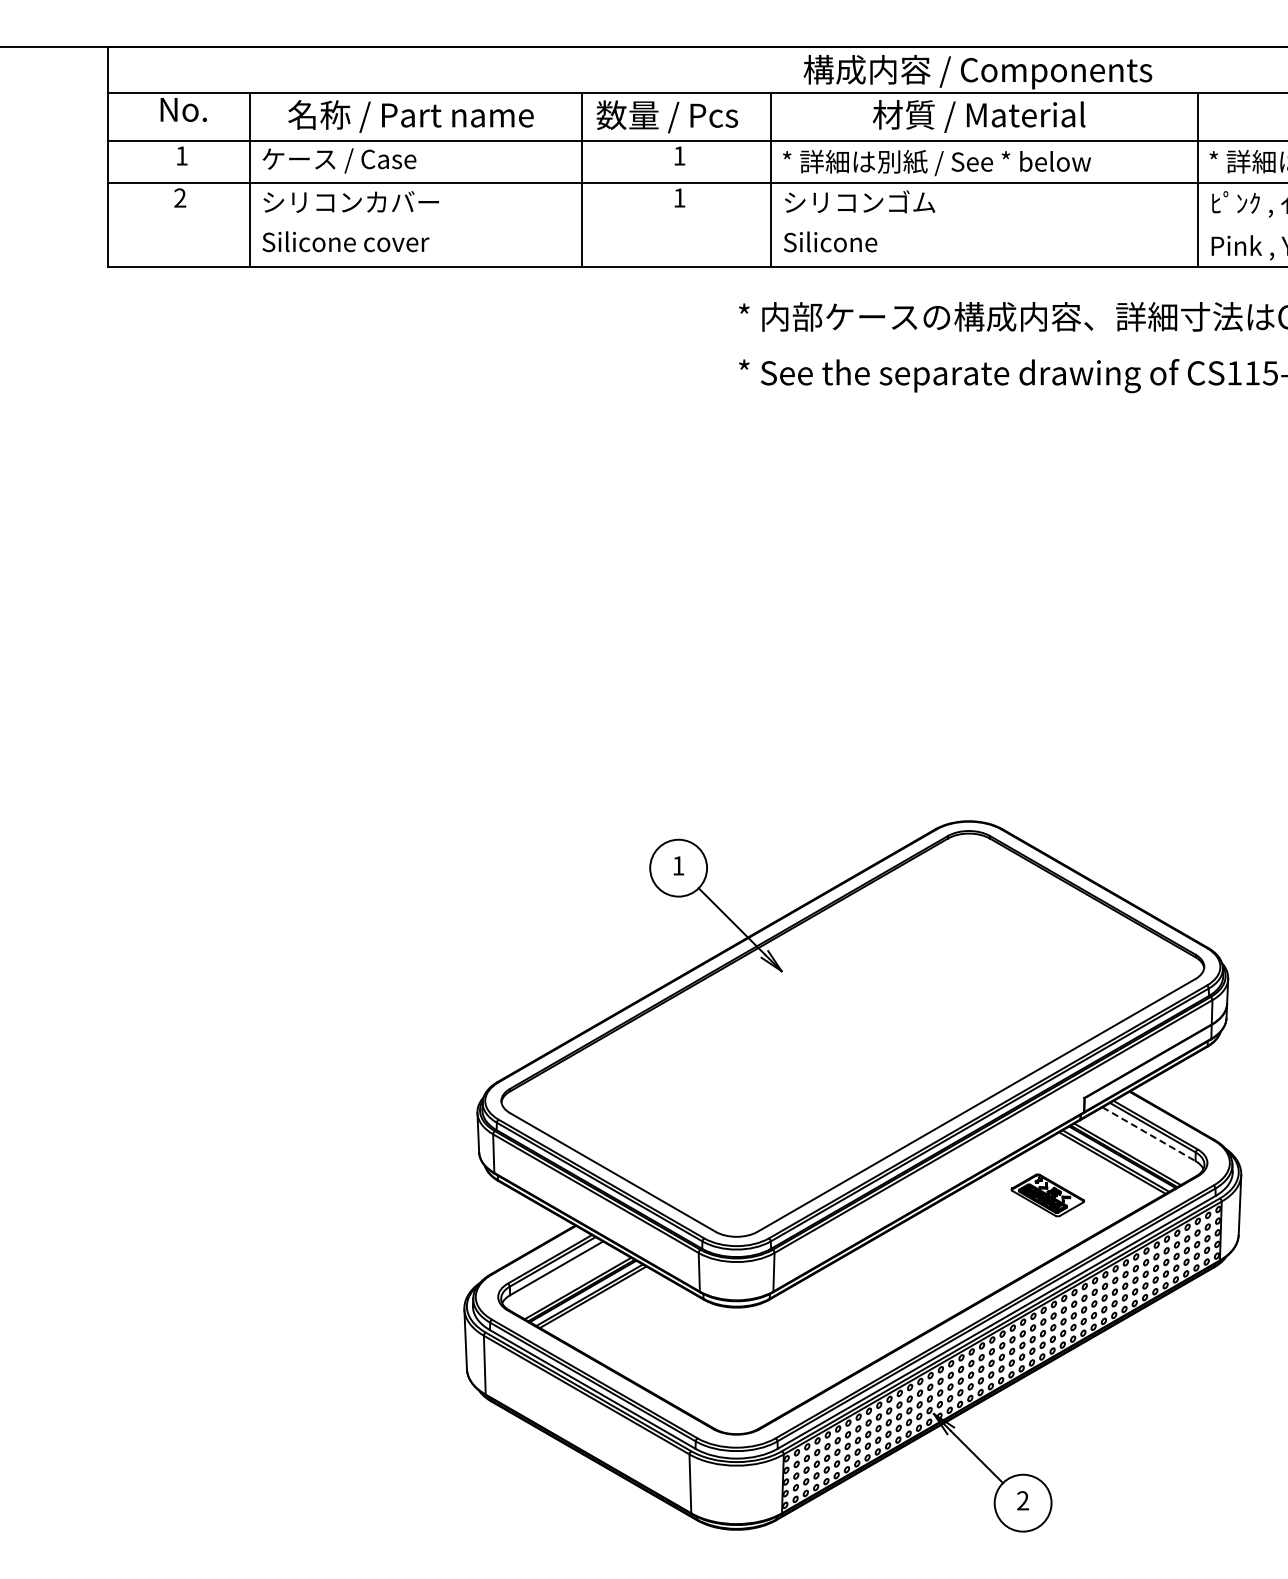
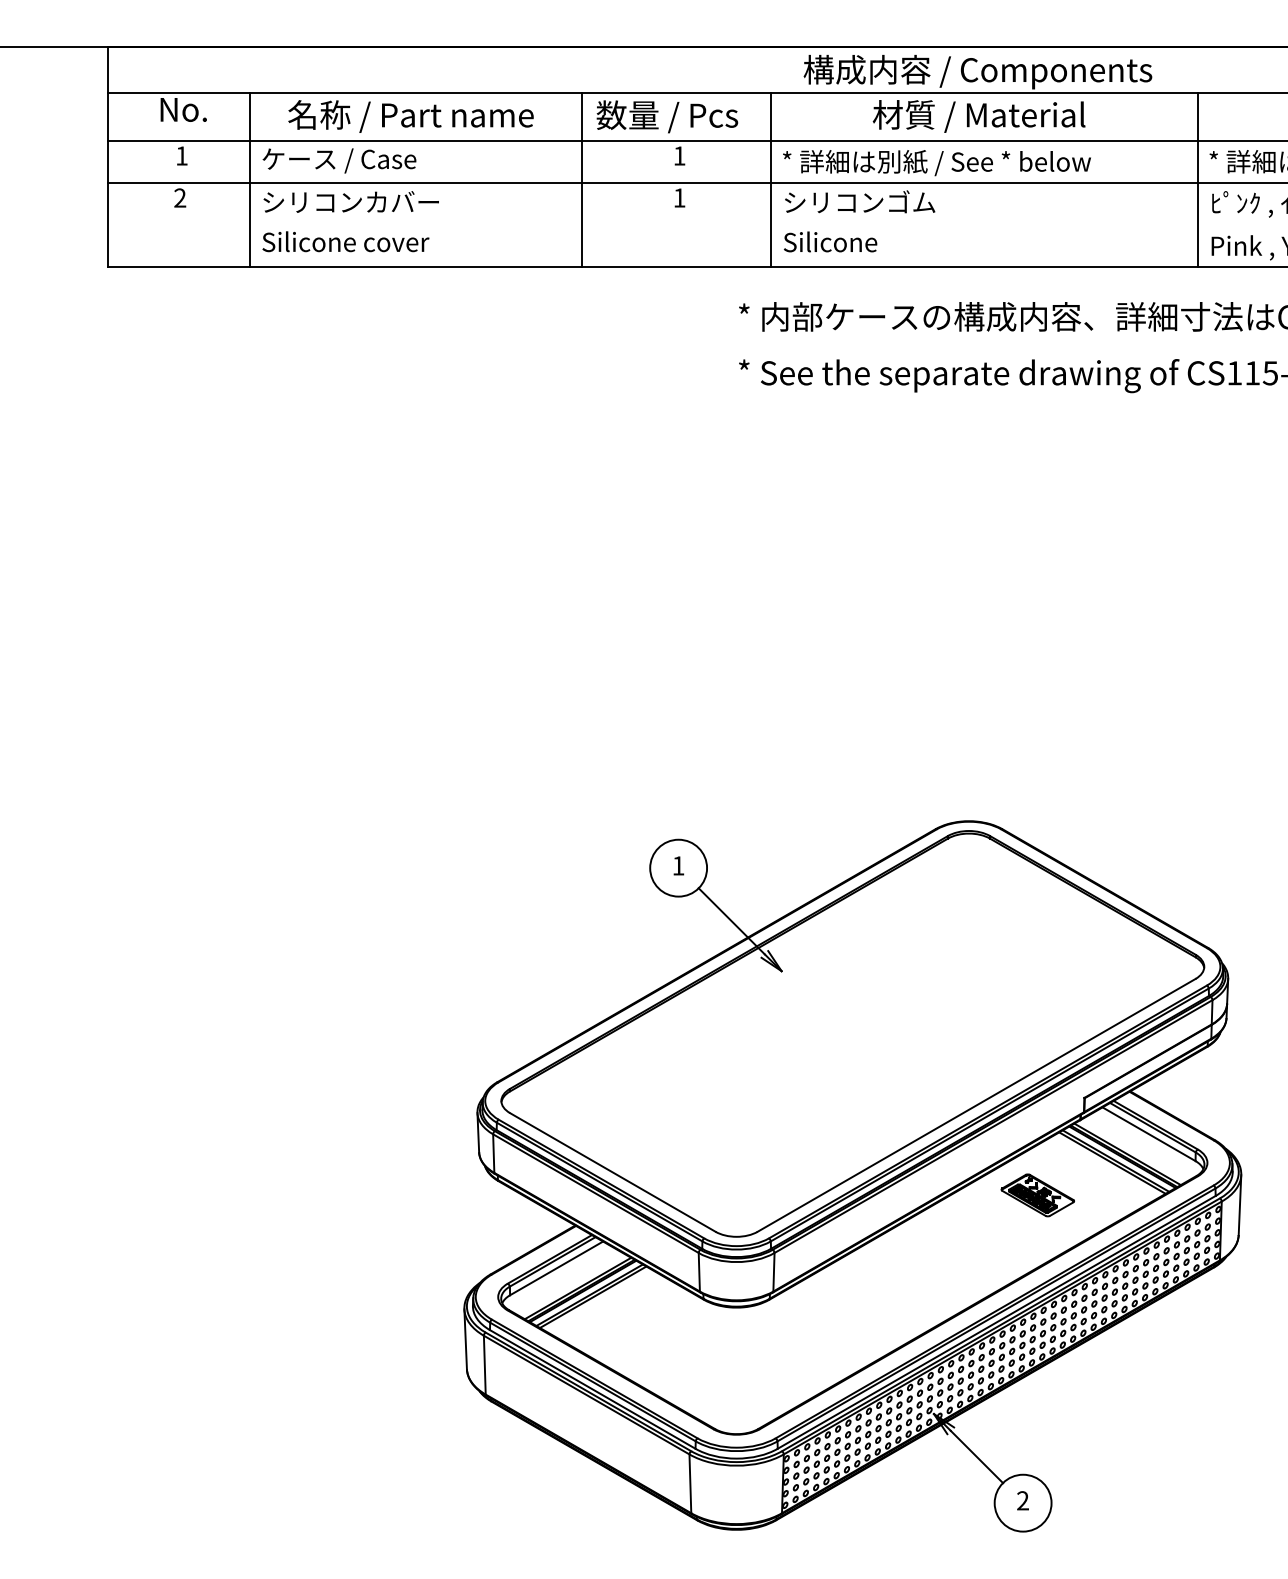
line at (1149, 1134): dashed -> solid
part at (1047, 1195) position: (1047, 1195) -> (1037, 1195)
